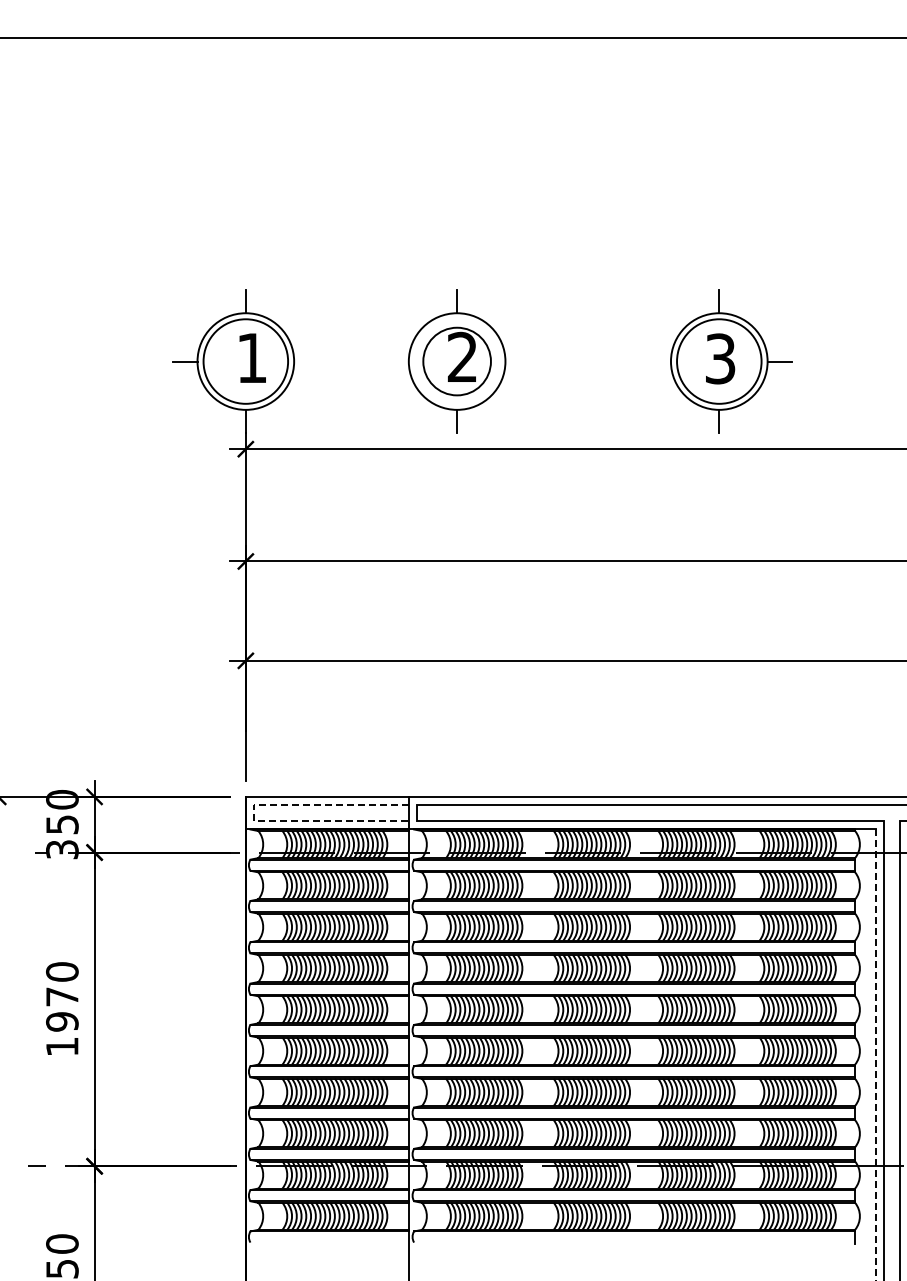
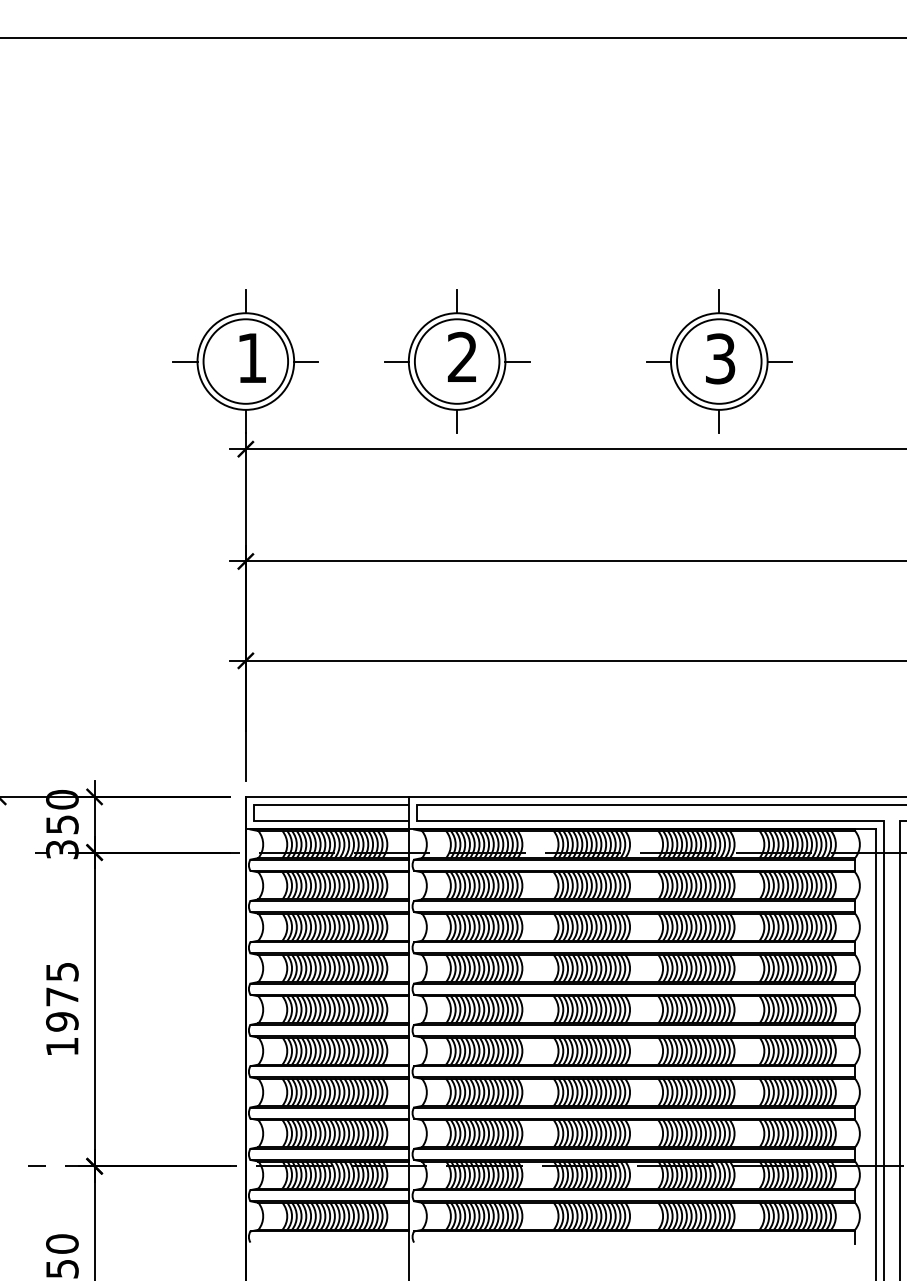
line at (306, 361): none -> present
line at (396, 361): none -> present
circle at (456, 361) diameter: 68 px -> 85 px
line at (517, 361): none -> present
line at (658, 361): none -> present
line at (253, 812): dashed -> solid
text at (62, 971): 1970 -> 1975
line at (875, 1054): dashed -> solid
